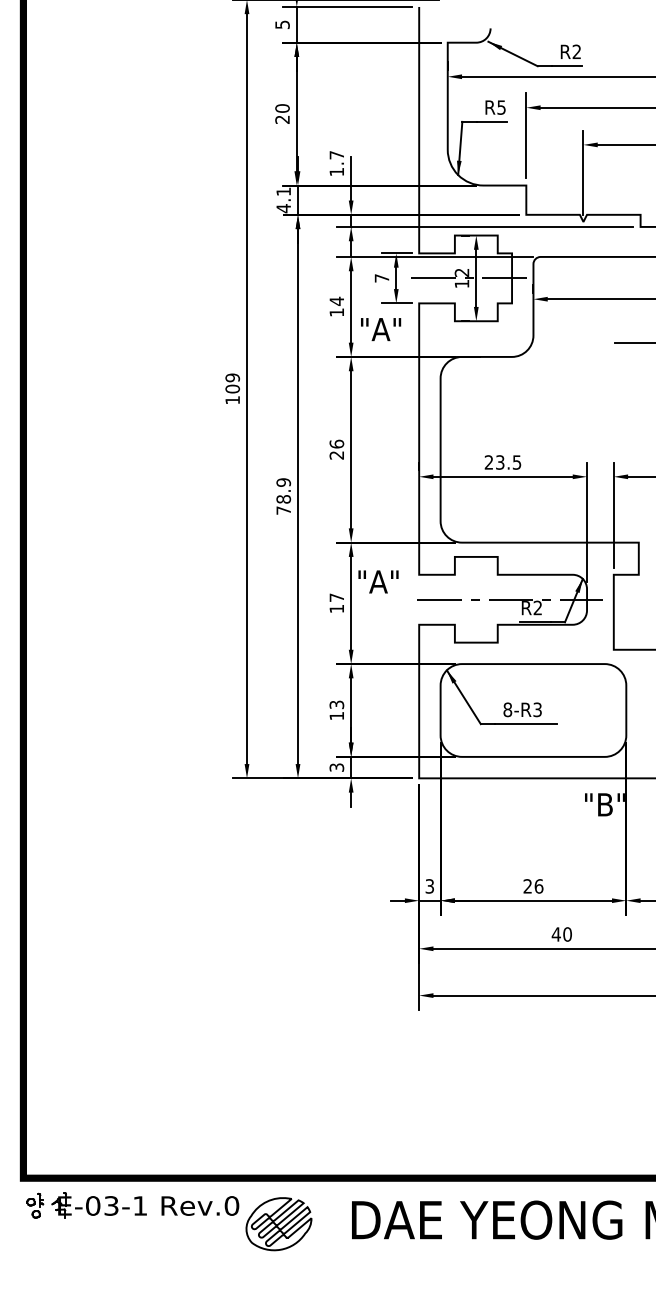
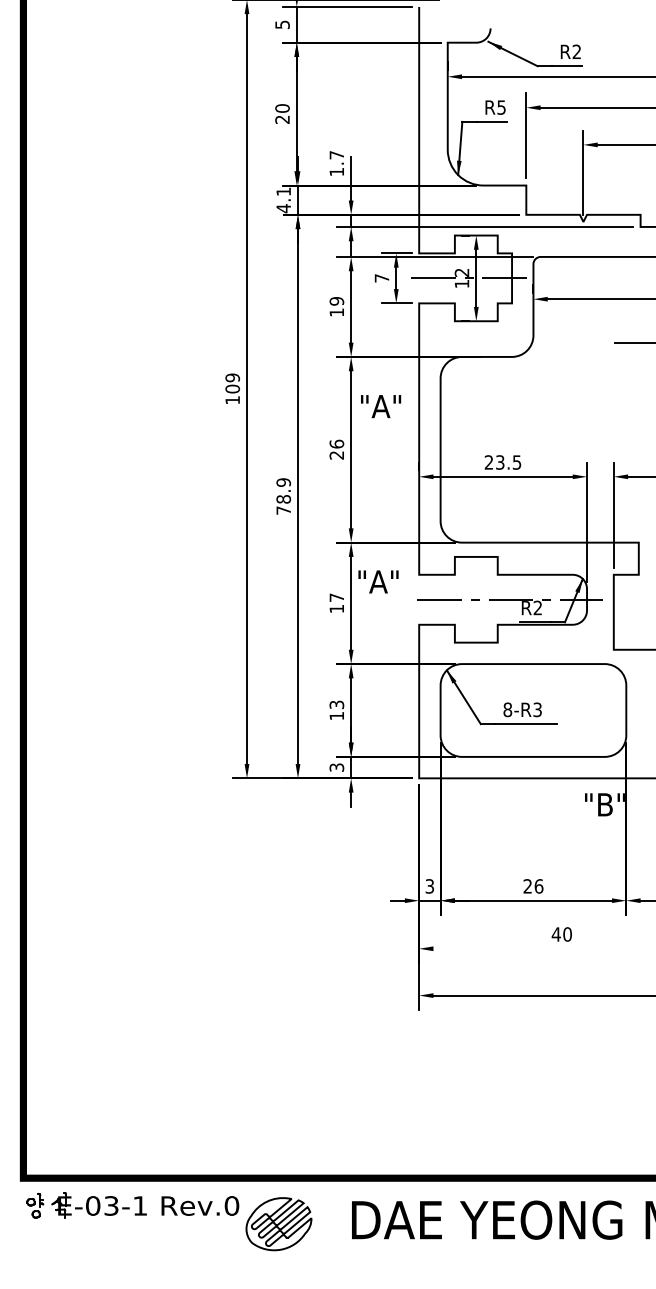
text at (336, 301): 14 -> 19
text at (381, 329) position: (381, 329) -> (381, 406)
line at (542, 948): present -> none
